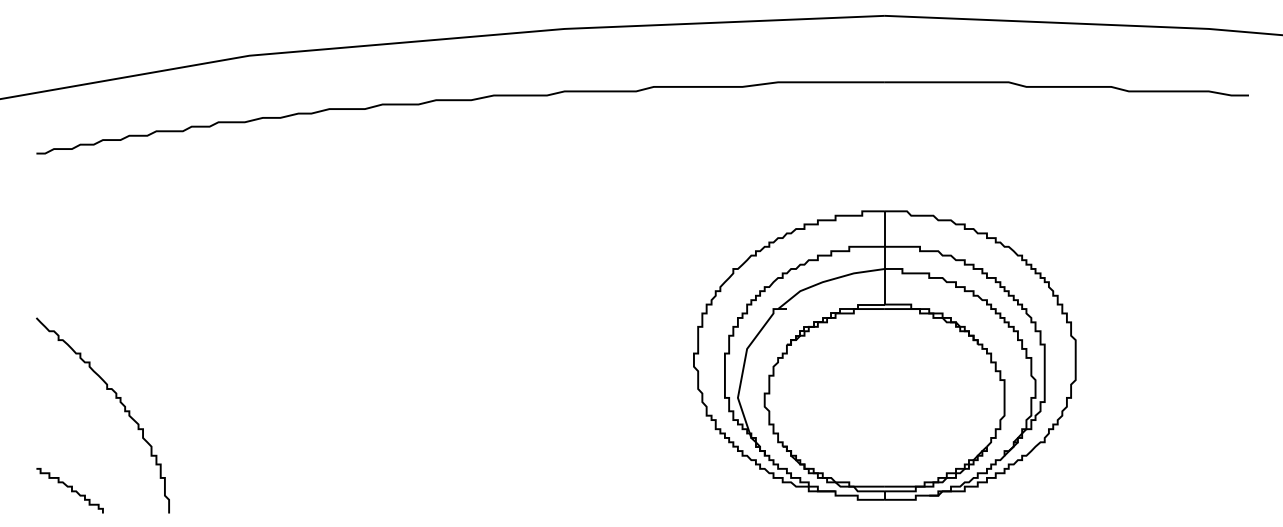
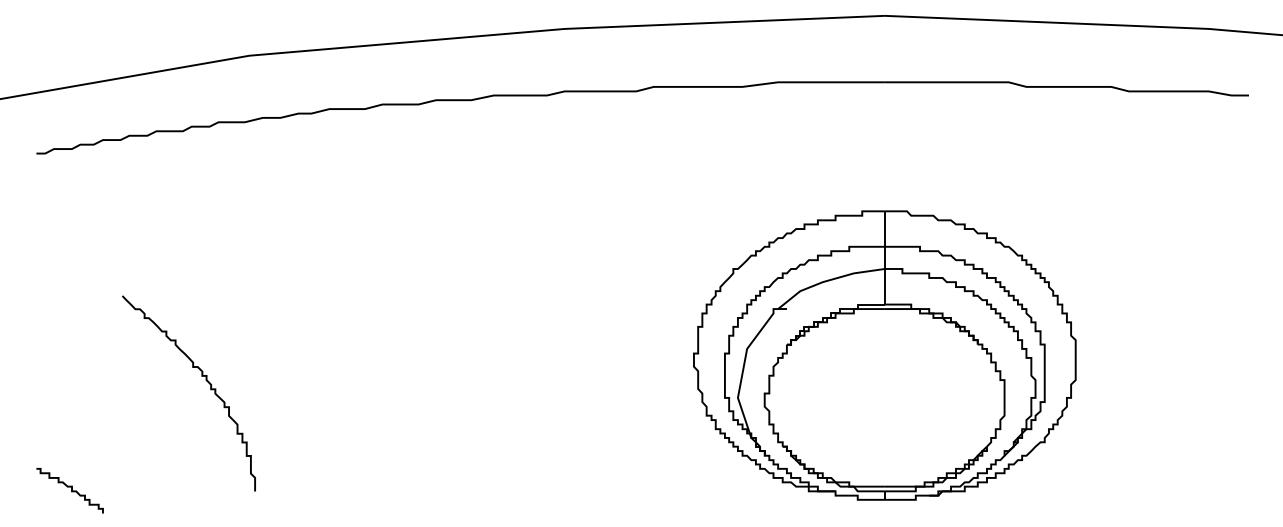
curve at (115, 398) position: (115, 398) -> (201, 376)
